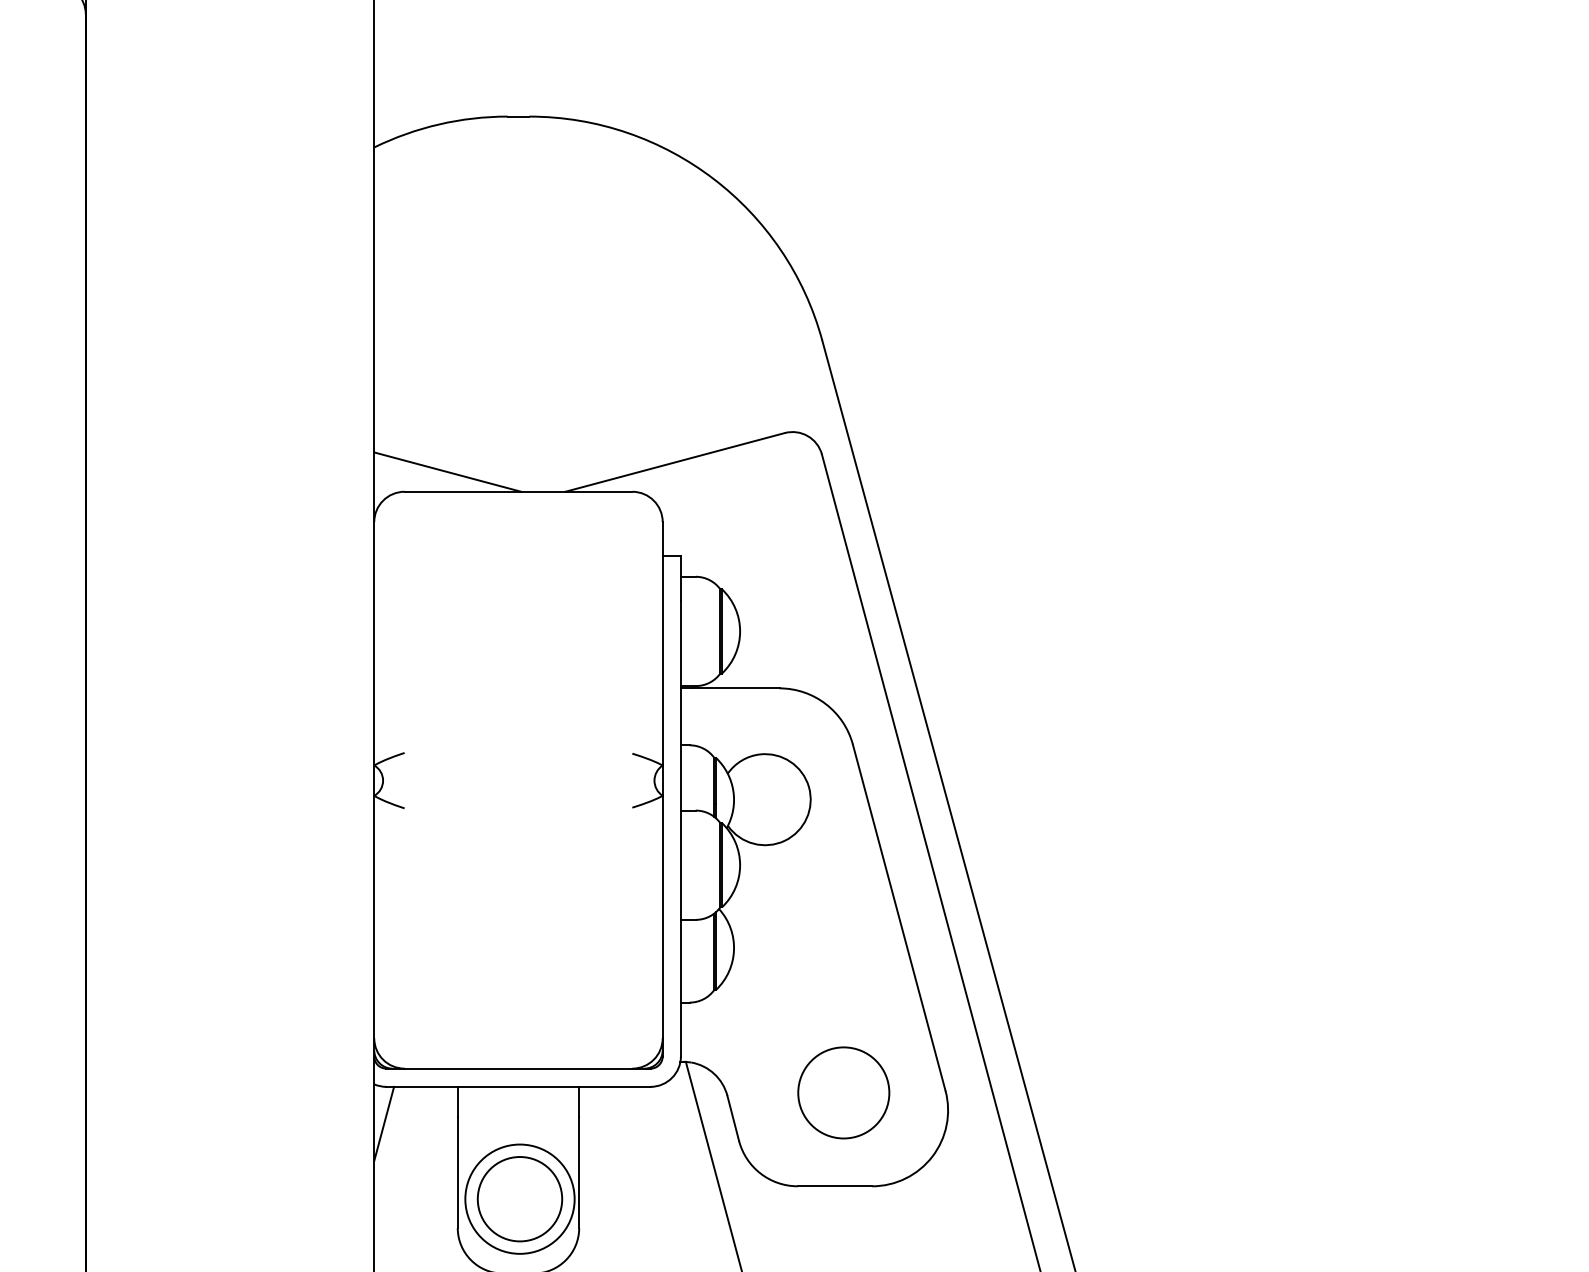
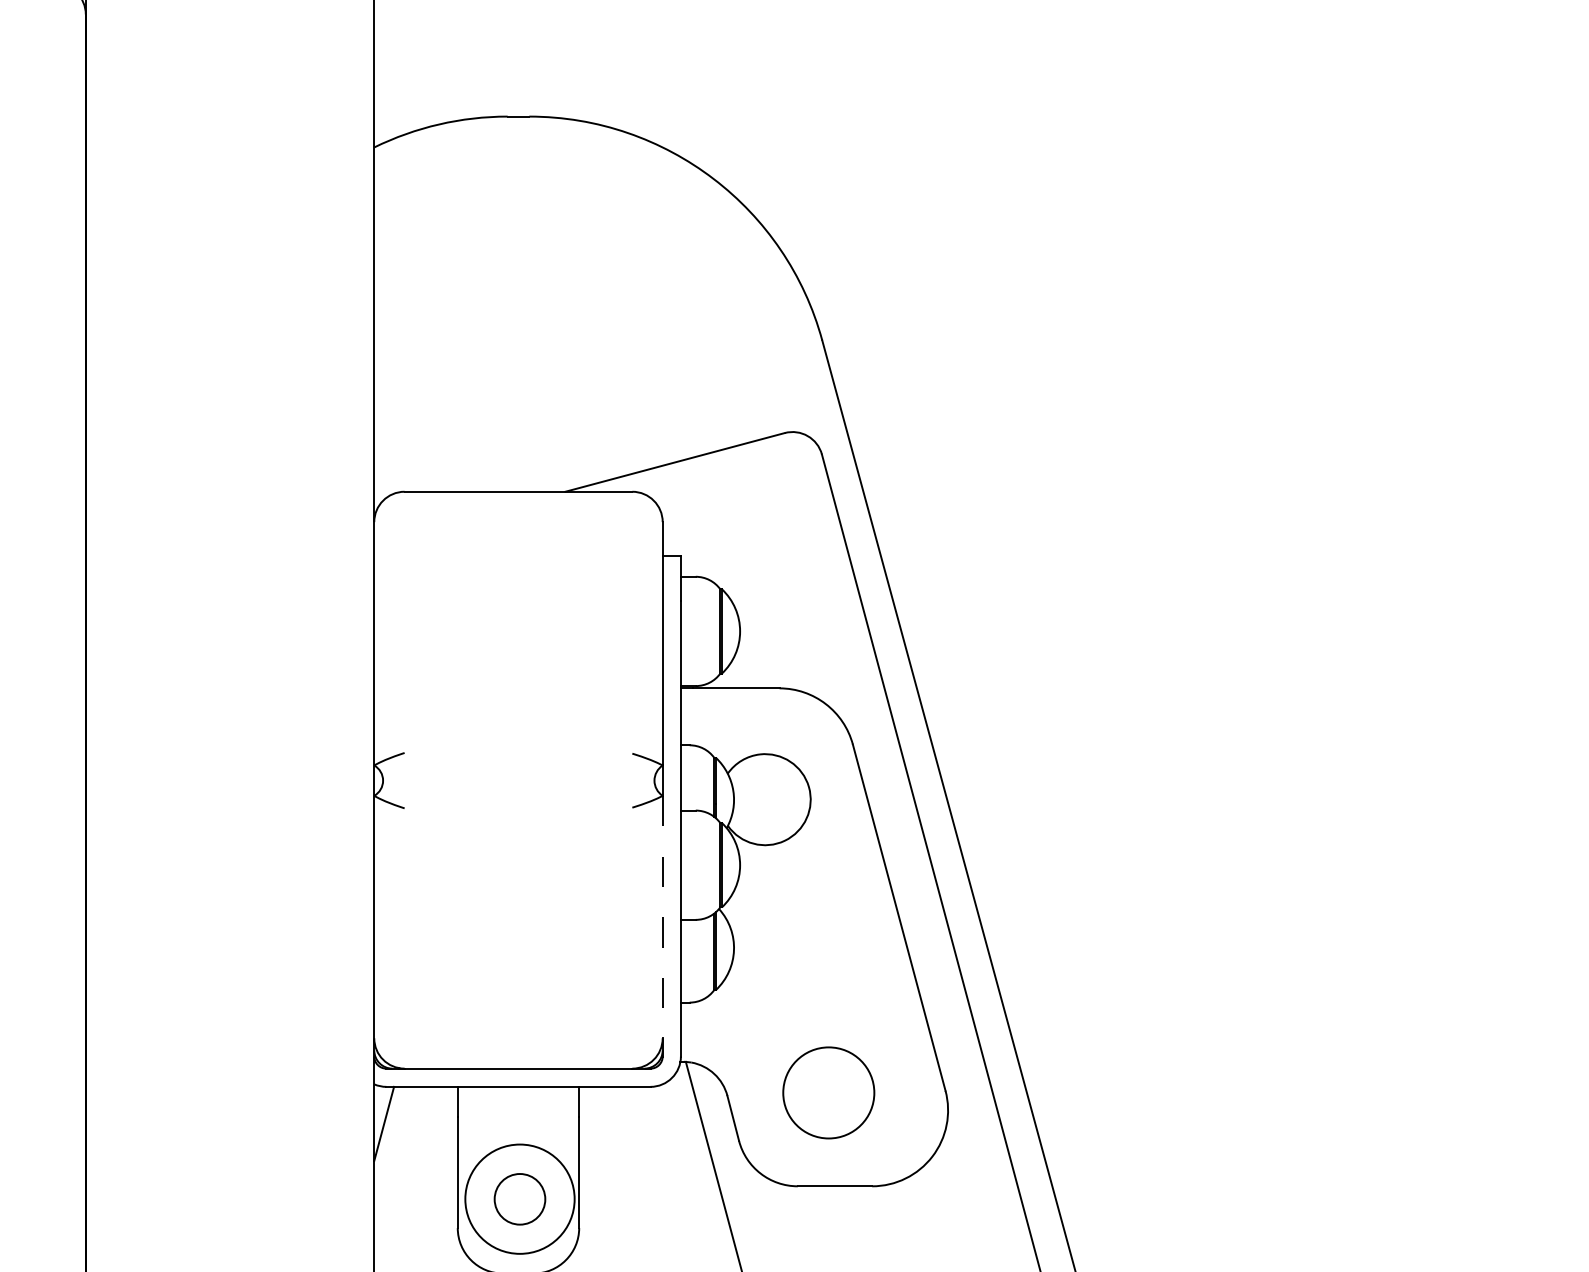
line at (447, 471): present -> none
line at (662, 917): solid -> dashed
circle at (843, 1092) position: (843, 1092) -> (828, 1092)
circle at (519, 1199) size: 88x87 px -> 54x53 px
